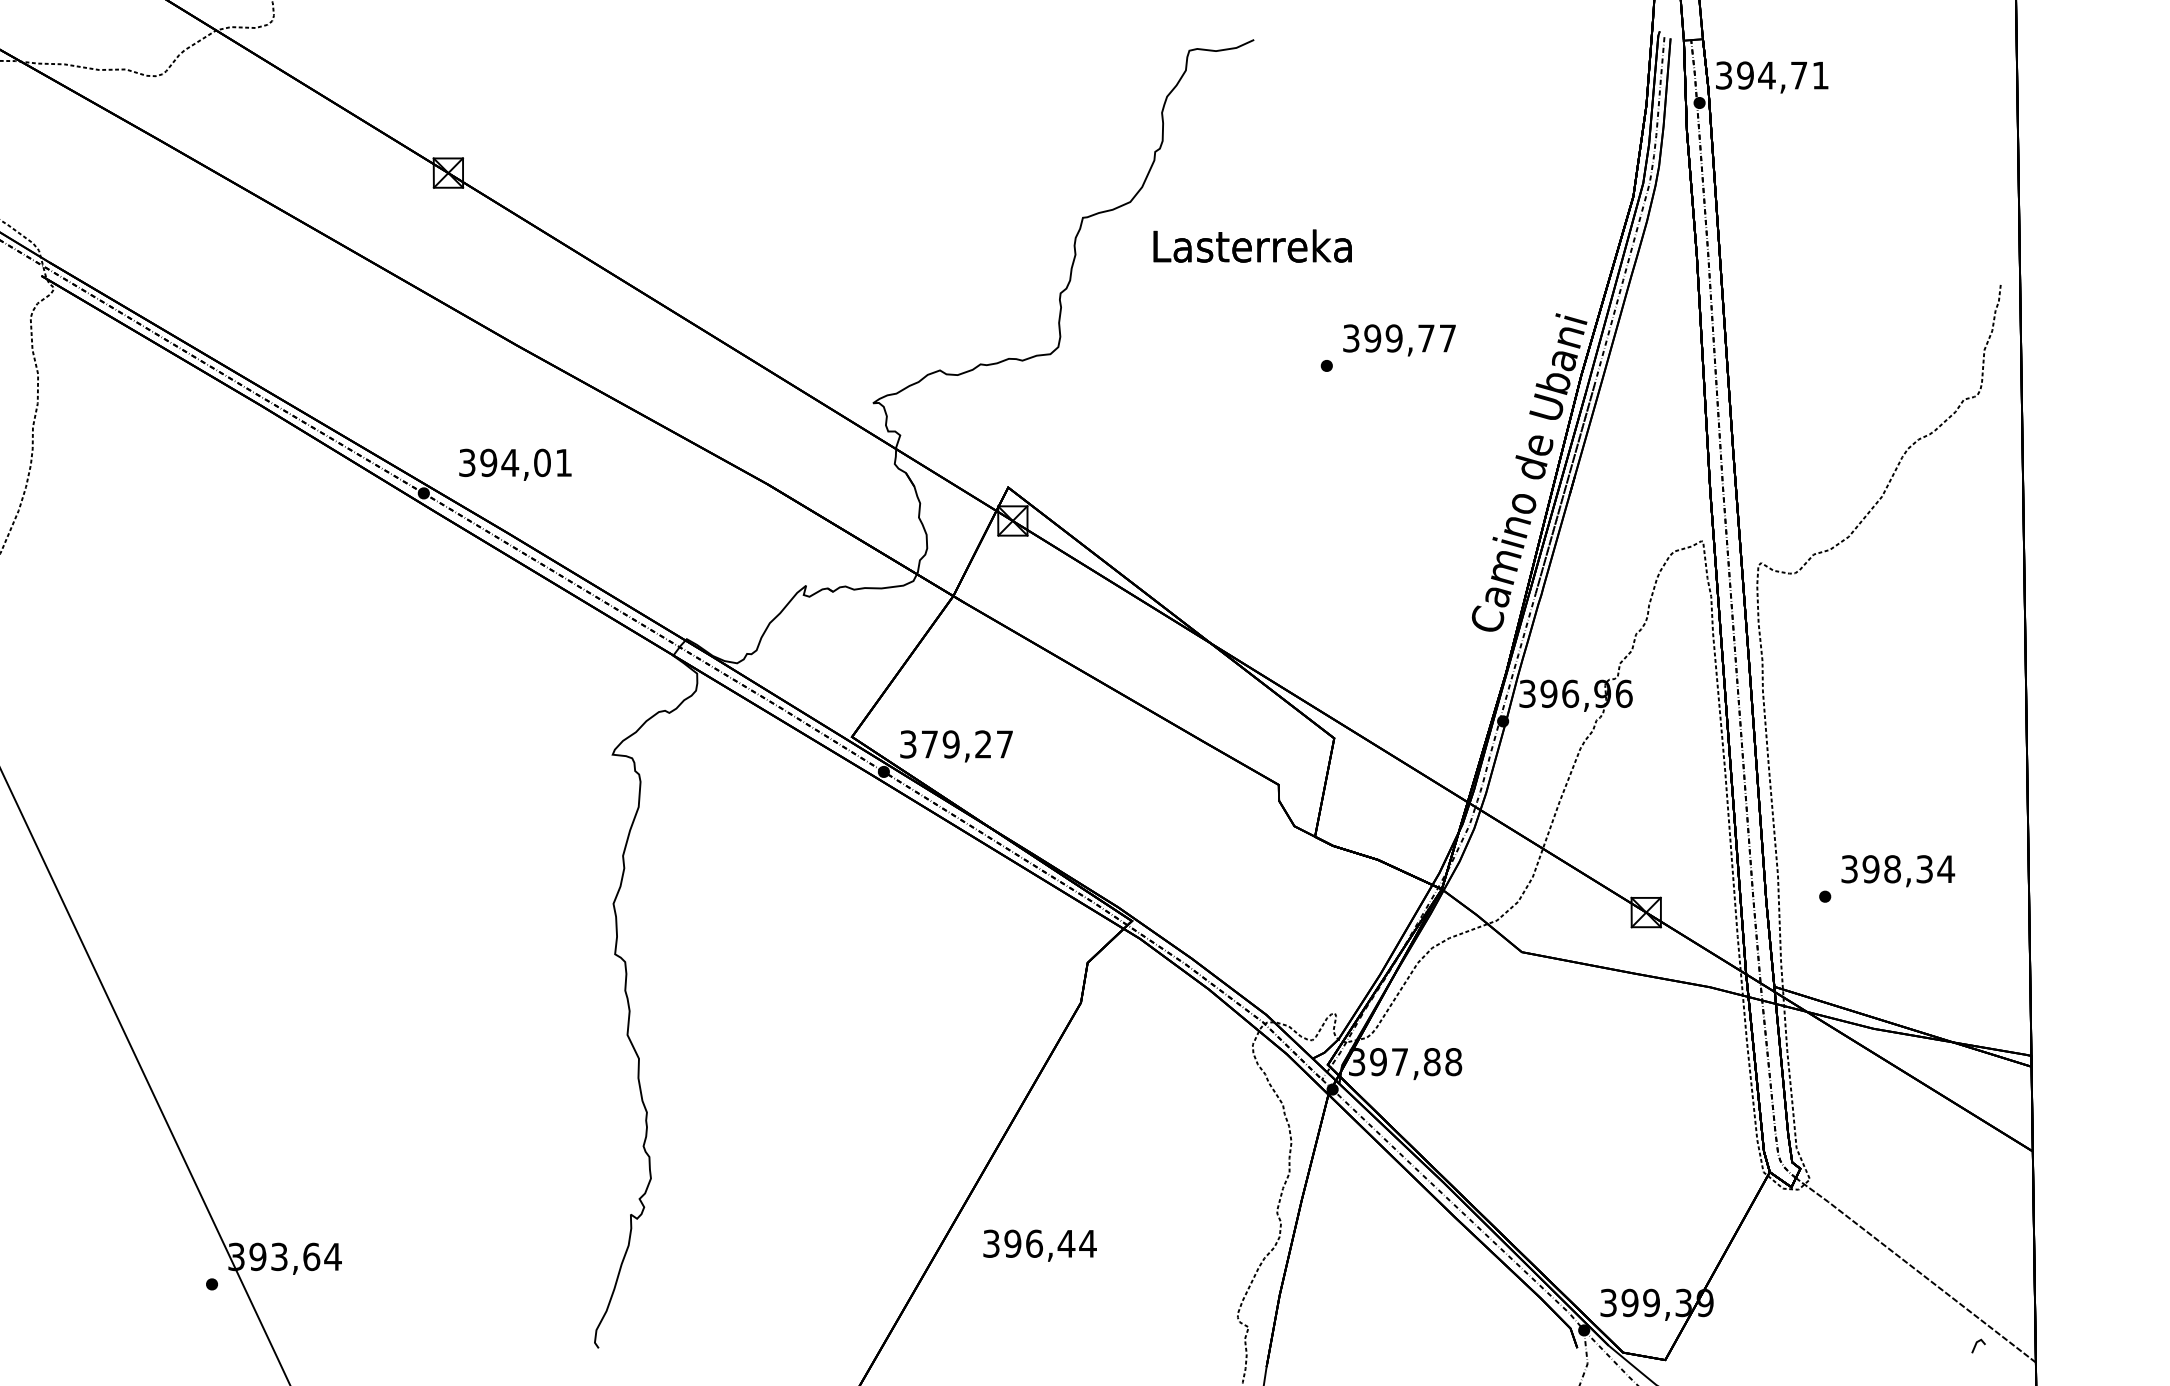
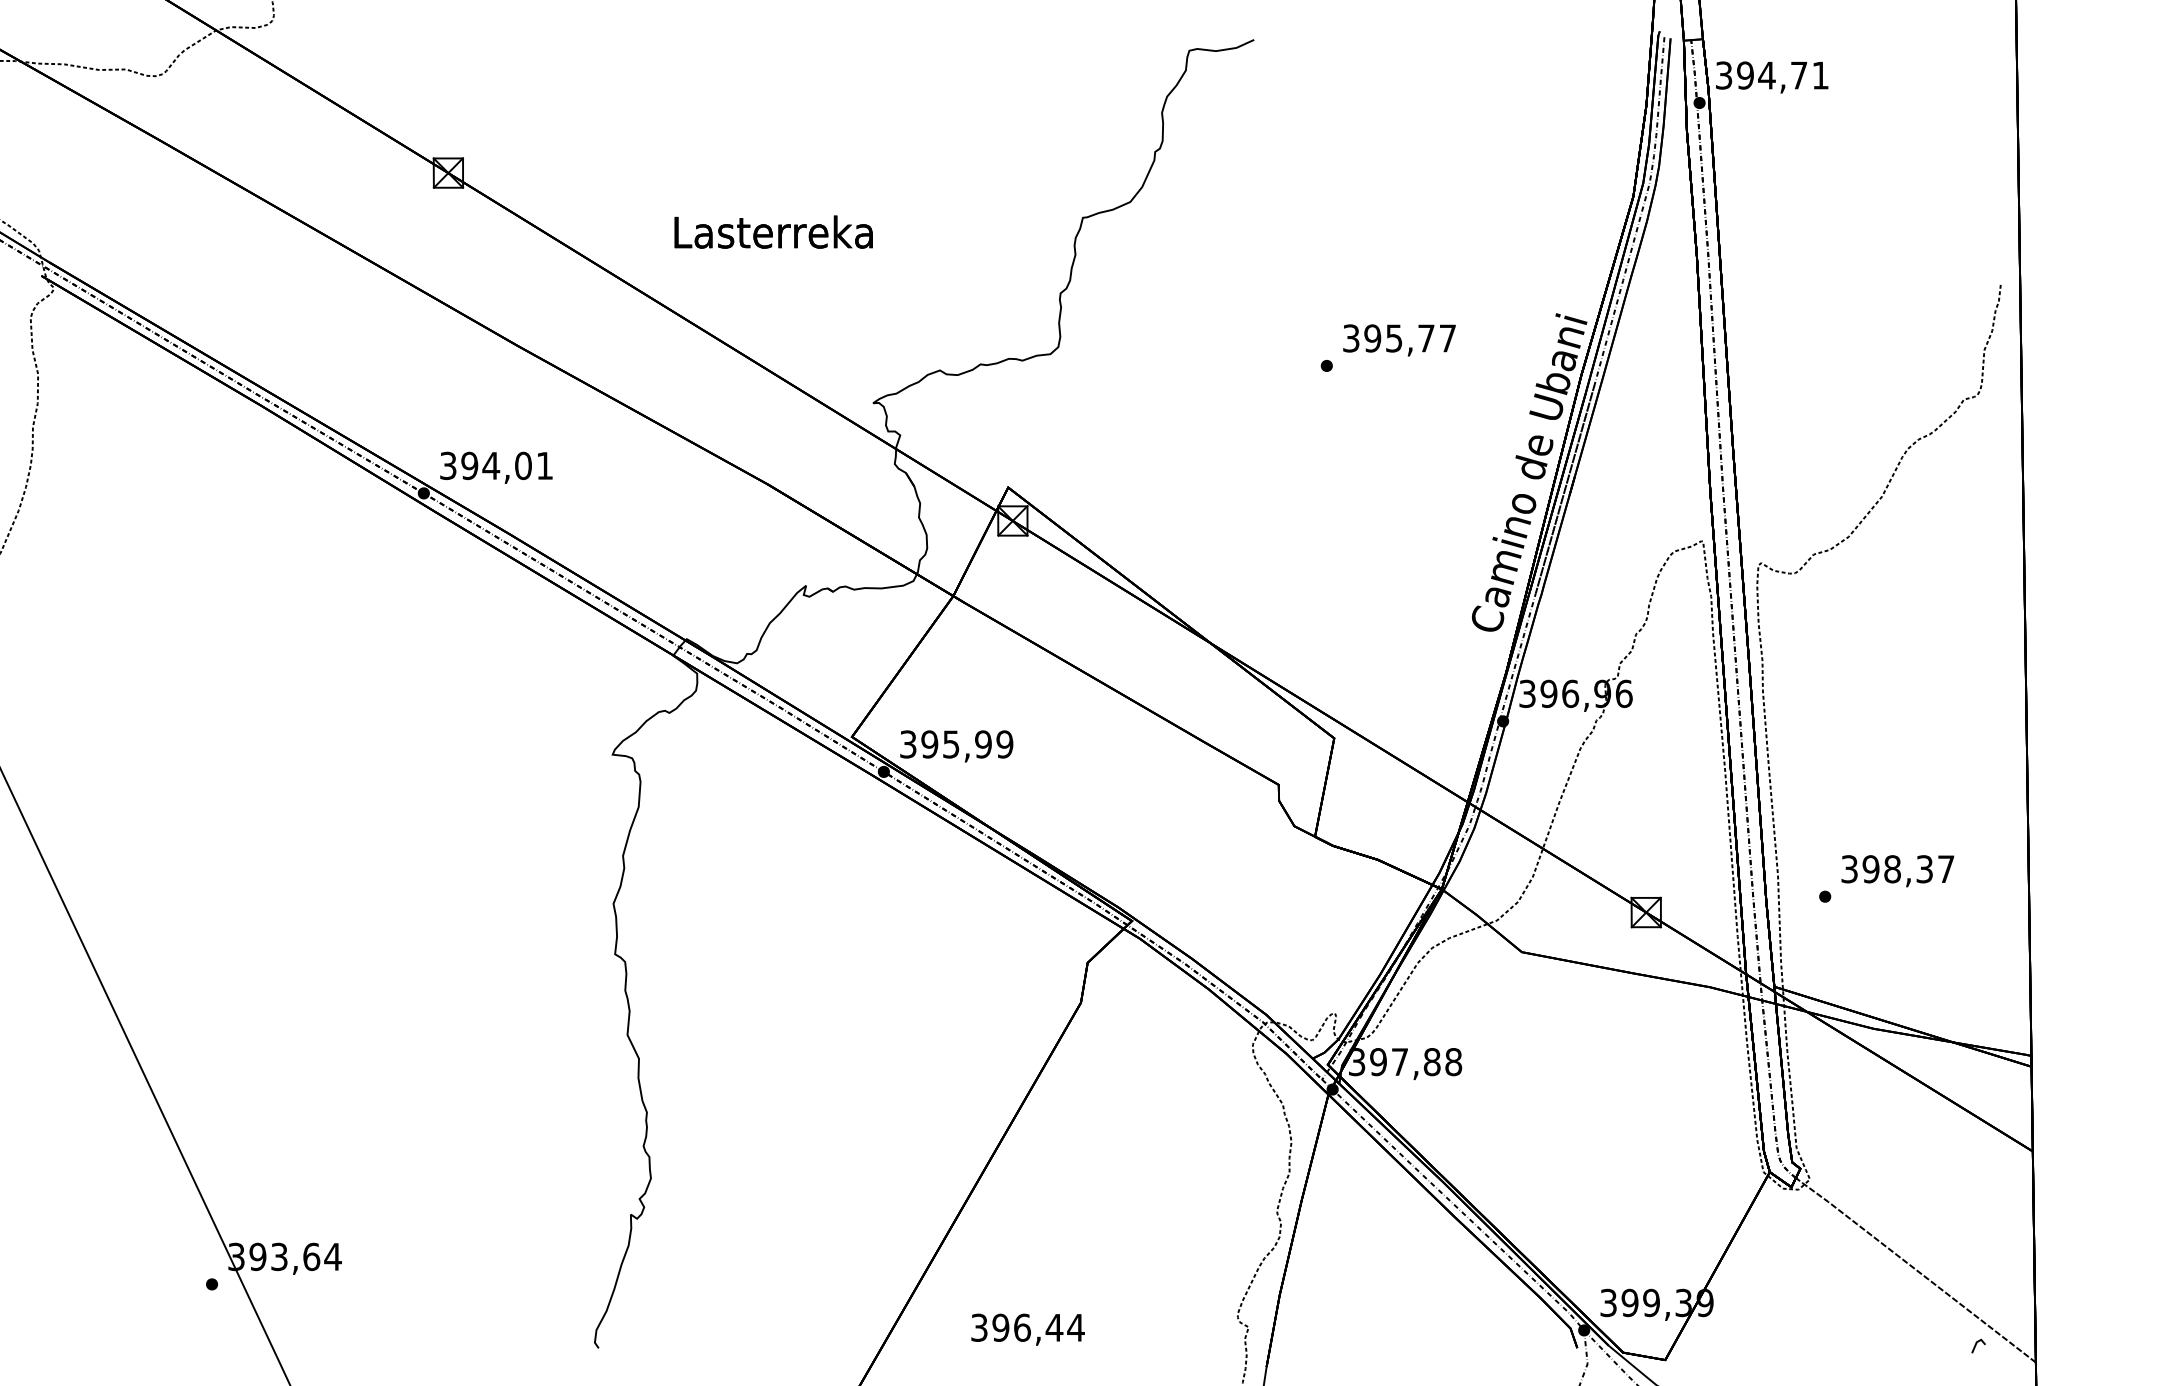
text at (1252, 245) position: (1252, 245) -> (773, 231)
text at (1393, 338): 399,77 -> 395,77
text at (515, 464) position: (515, 464) -> (496, 467)
text at (967, 744): 379,27 -> 395,99
text at (1946, 868): 398,34 -> 398,37
text at (1039, 1245) position: (1039, 1245) -> (1027, 1329)
